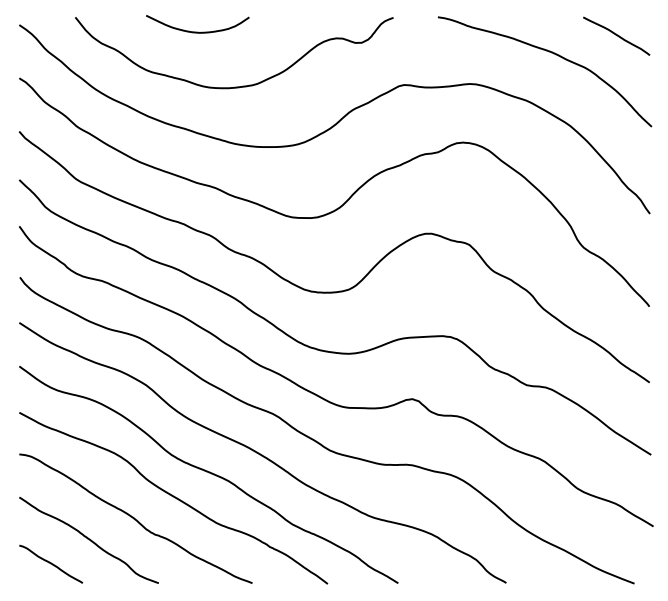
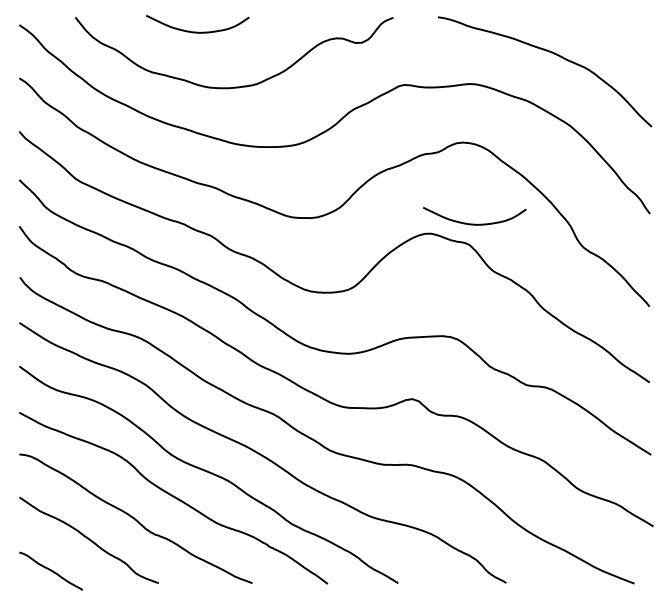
curve at (616, 35): present -> none
curve at (474, 223): none -> present
curve at (51, 563) position: (51, 563) -> (51, 570)
